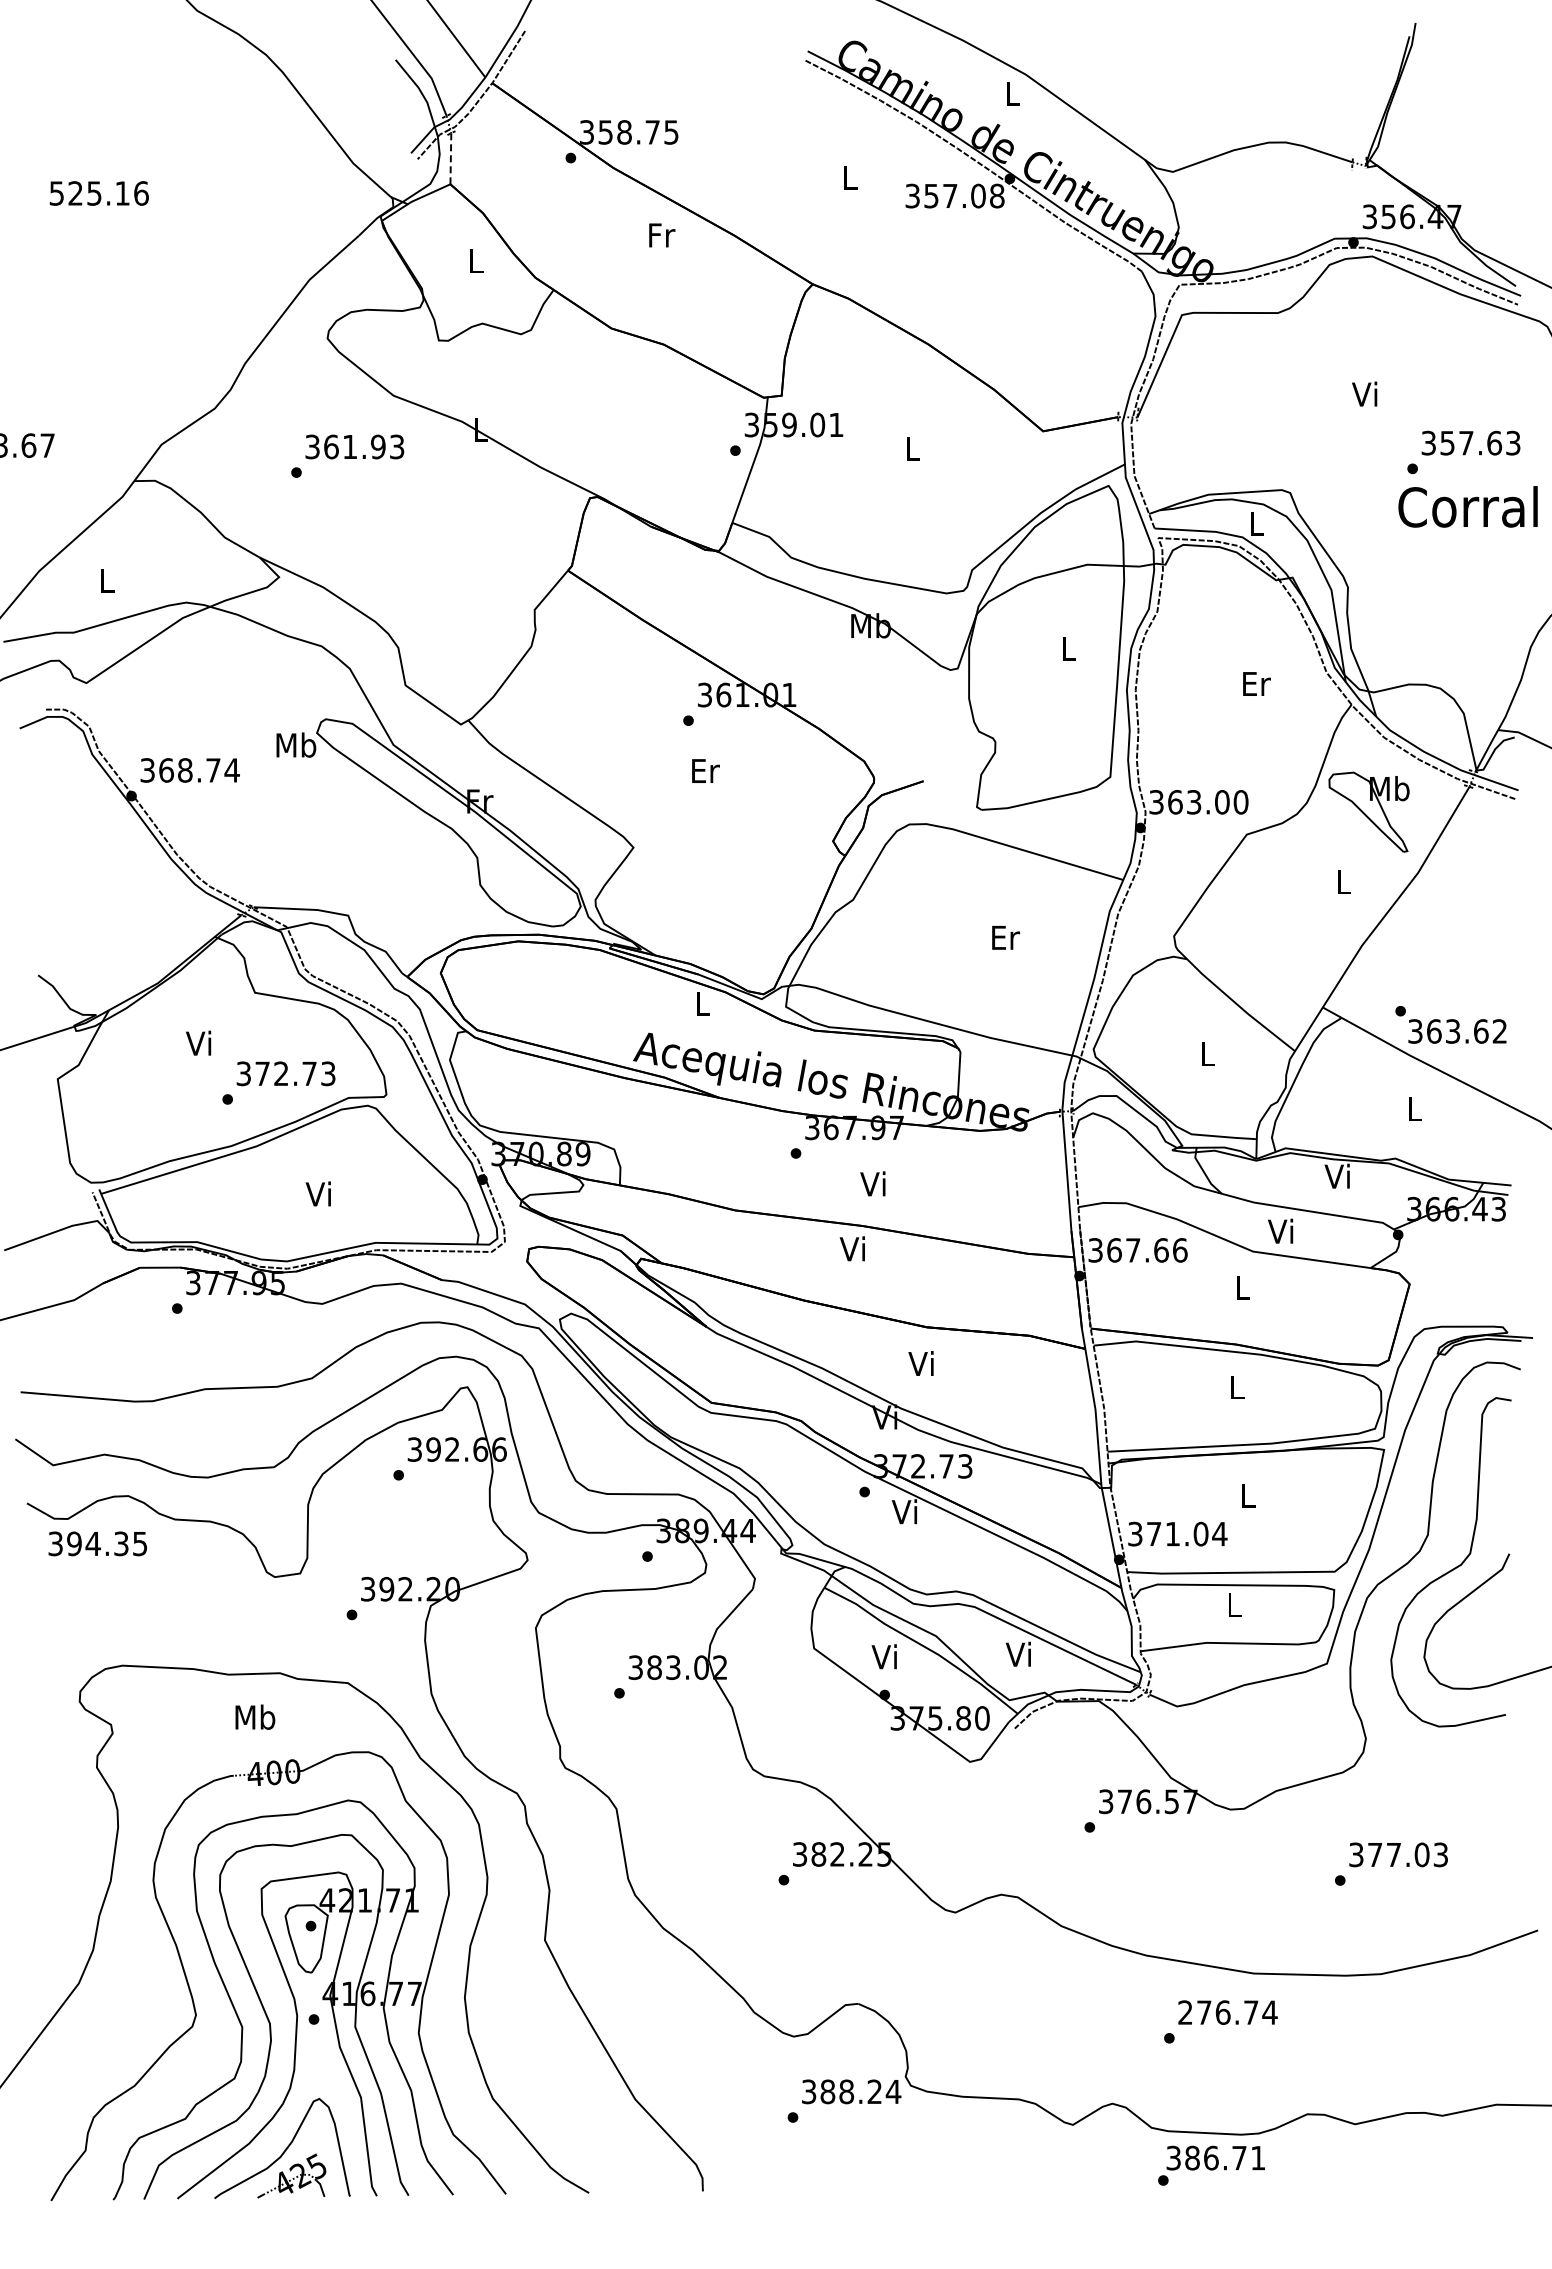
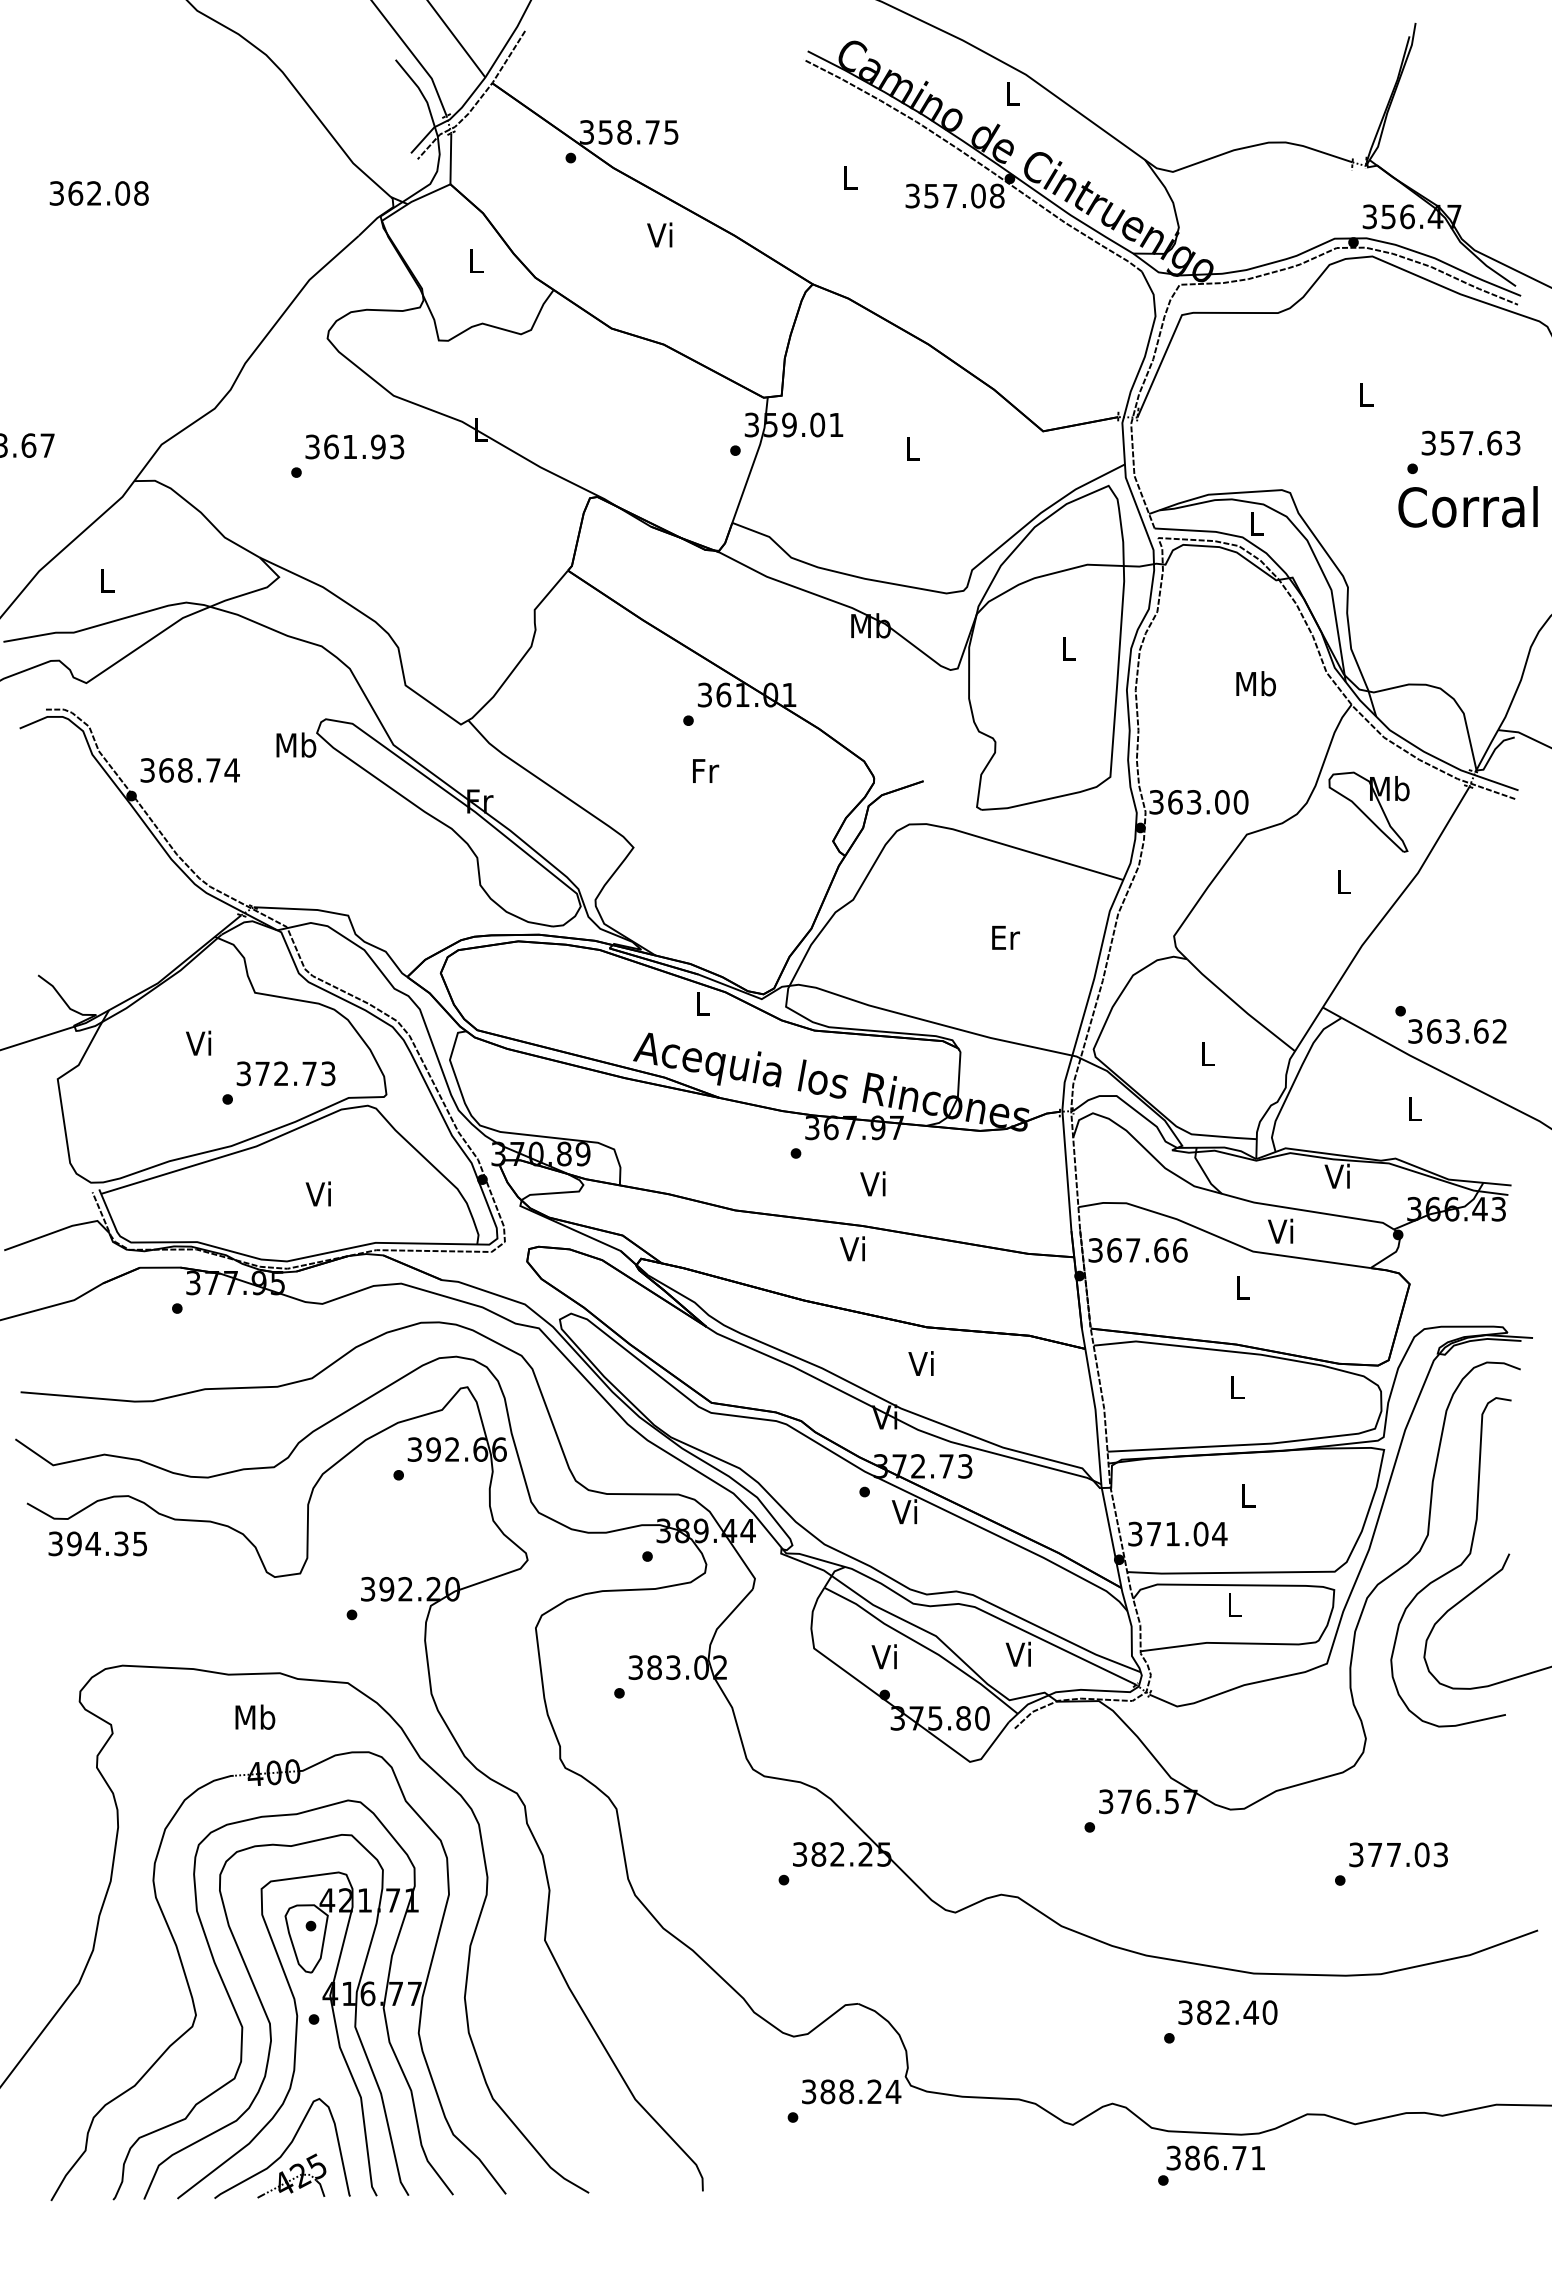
line at (450, 158): dashed -> solid
text at (99, 193): 525.16 -> 362.08
text at (661, 234): Fr -> Vi
text at (1364, 393): Vi -> L
text at (1255, 683): Er -> Mb
text at (705, 770): Er -> Fr
text at (1227, 2012): 276.74 -> 382.40
